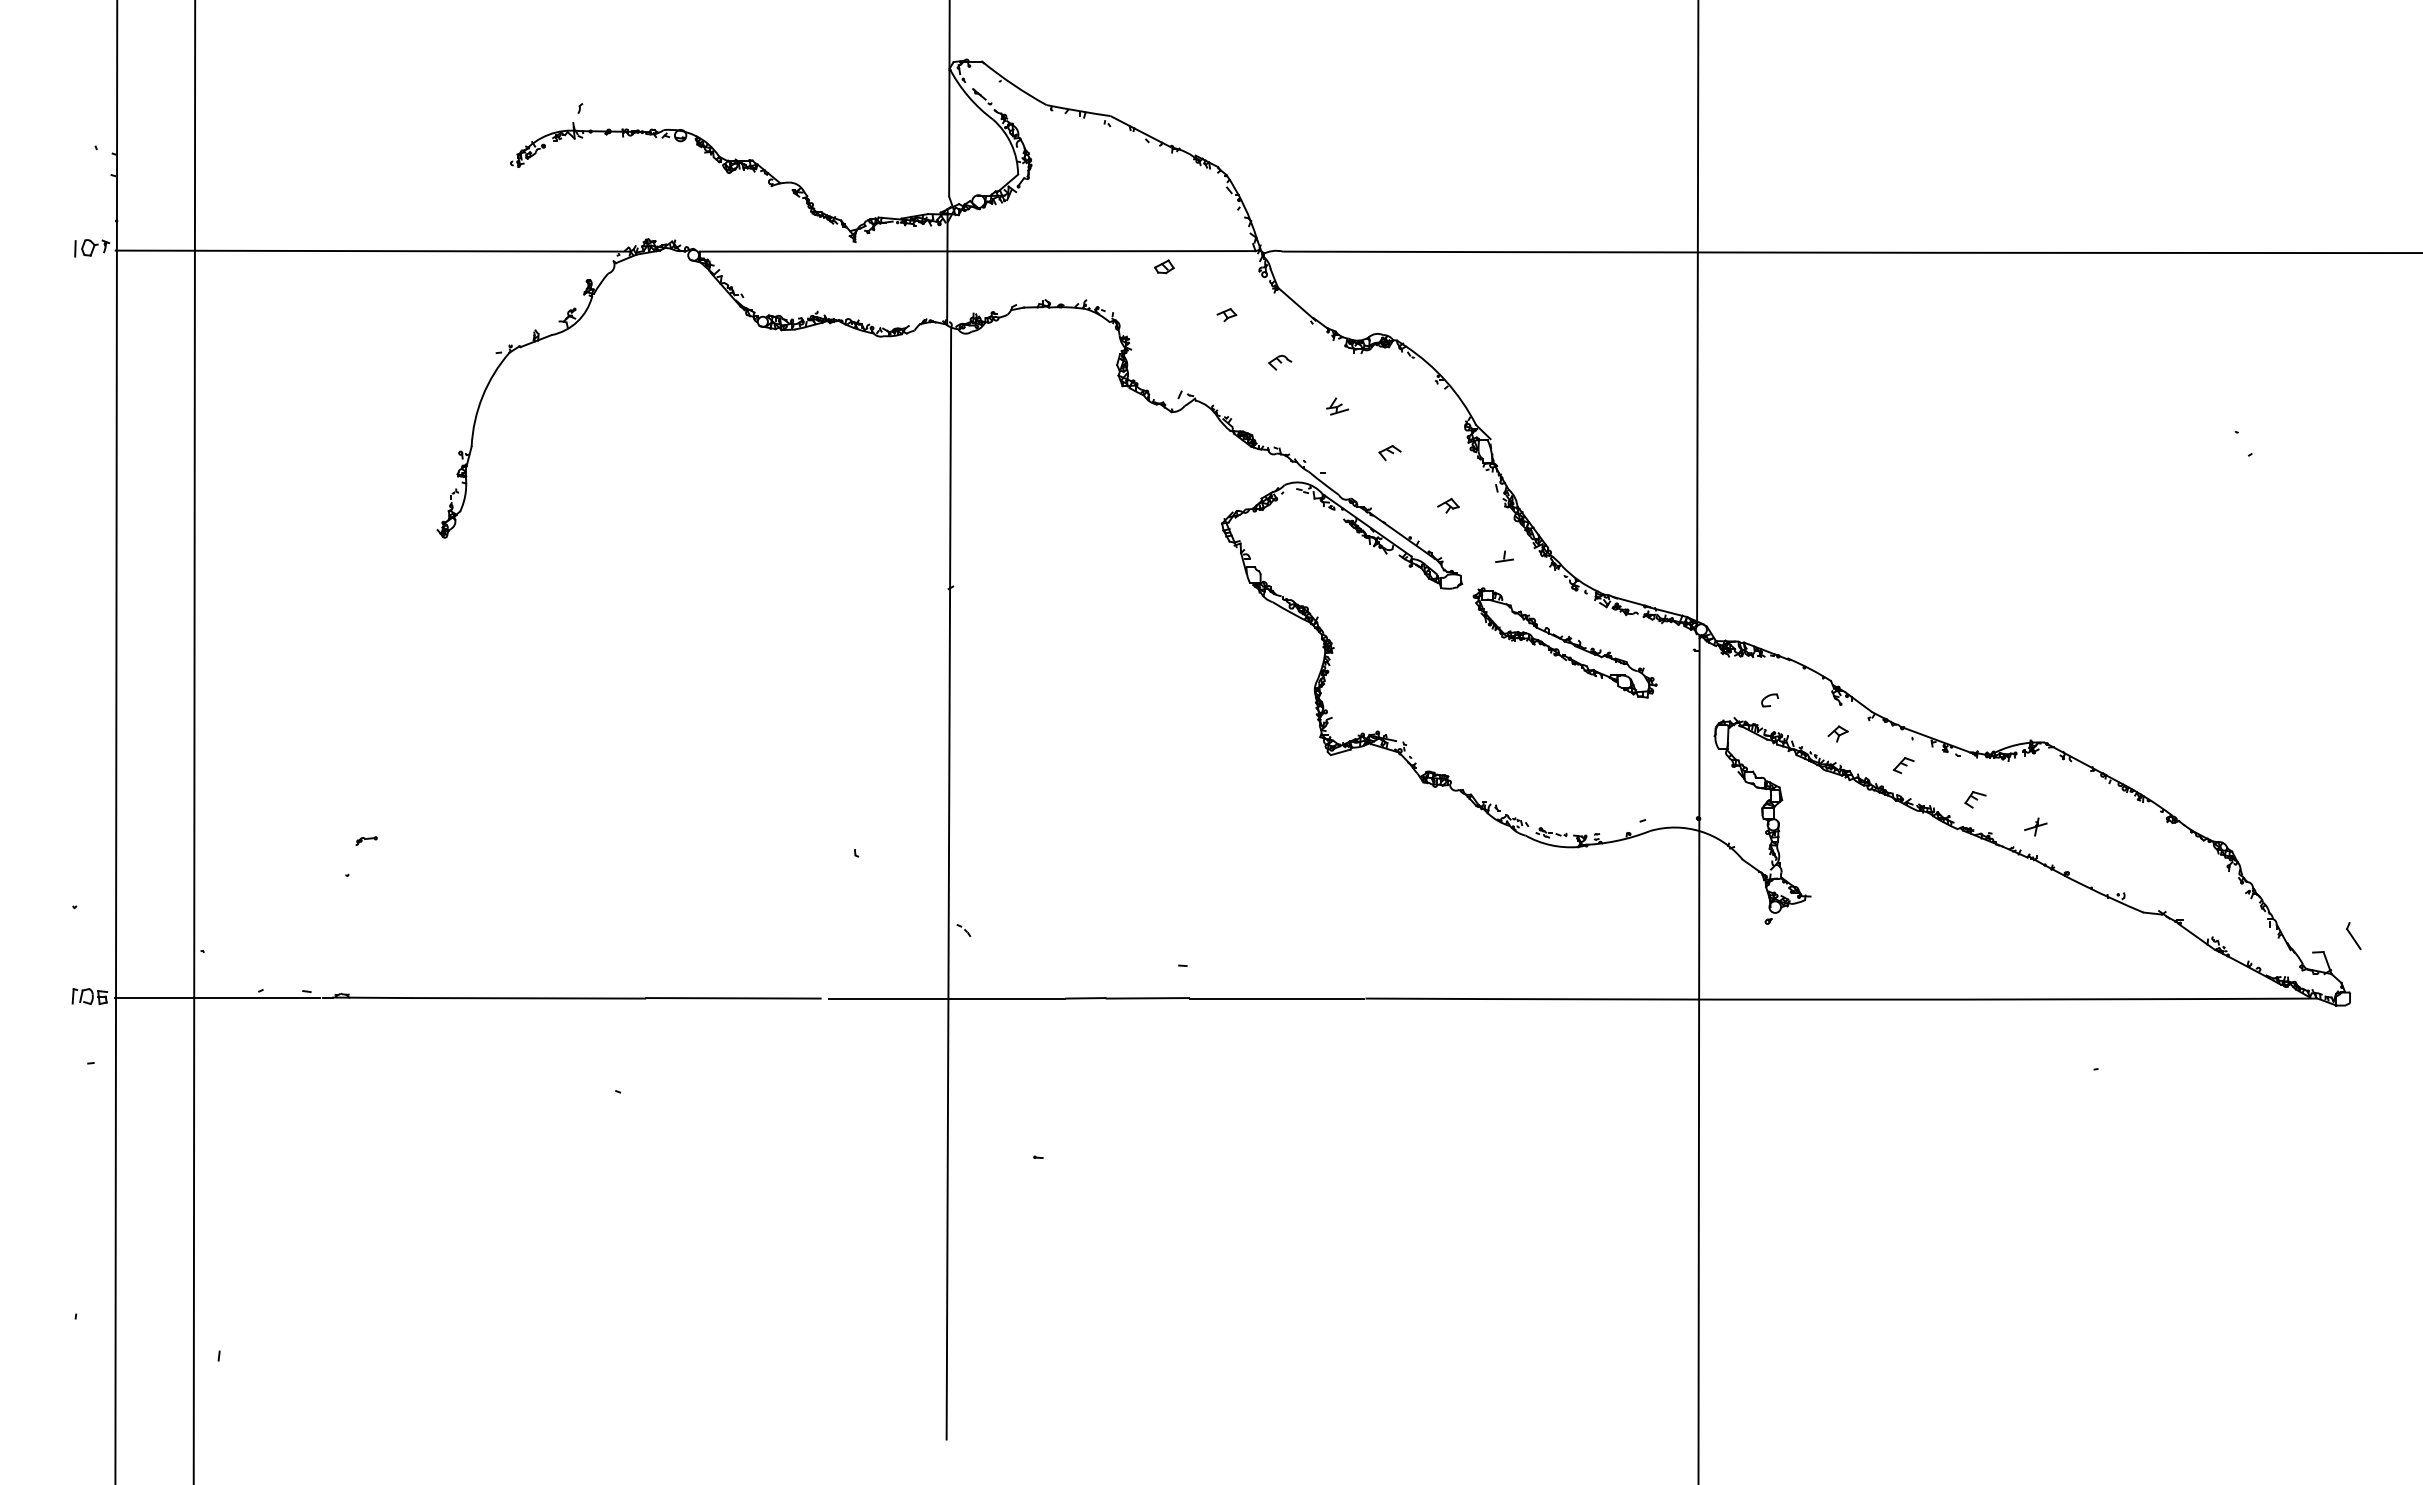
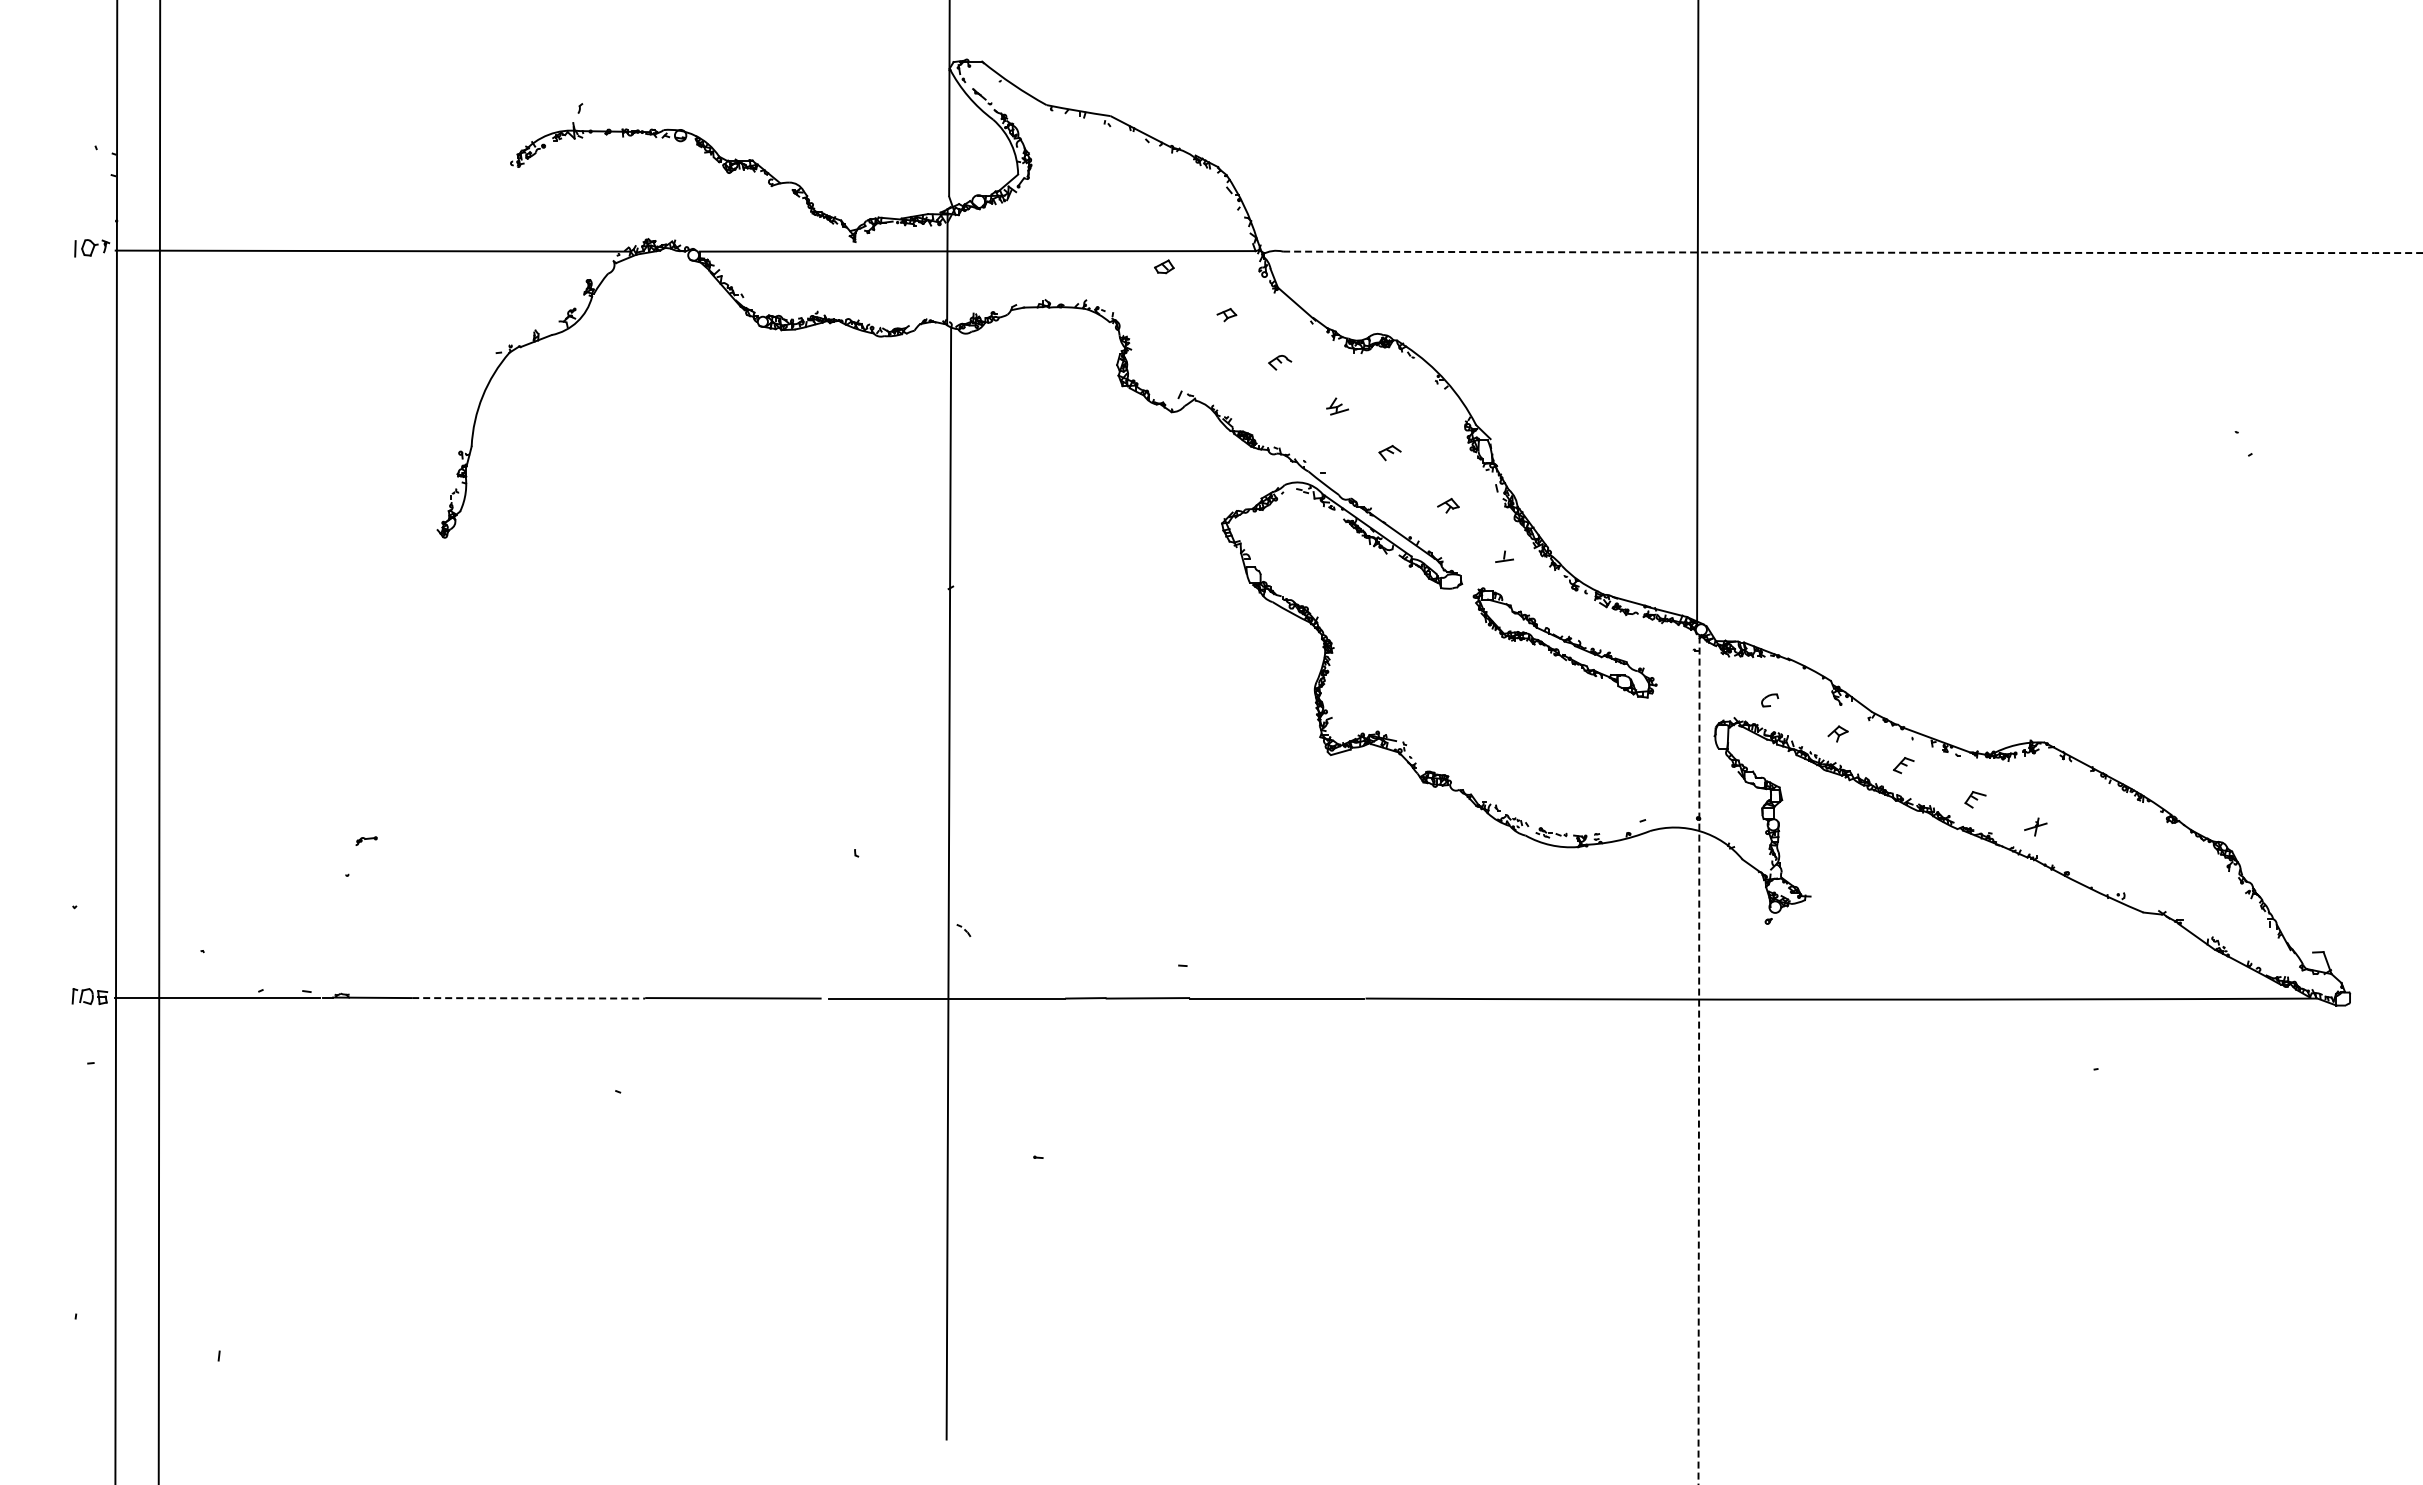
arc at (1853, 252): solid -> dashed
line at (194, 741) position: (194, 741) -> (159, 741)
part at (2353, 936): present -> none
line at (529, 998): solid -> dashed
line at (1699, 1060): solid -> dashed
